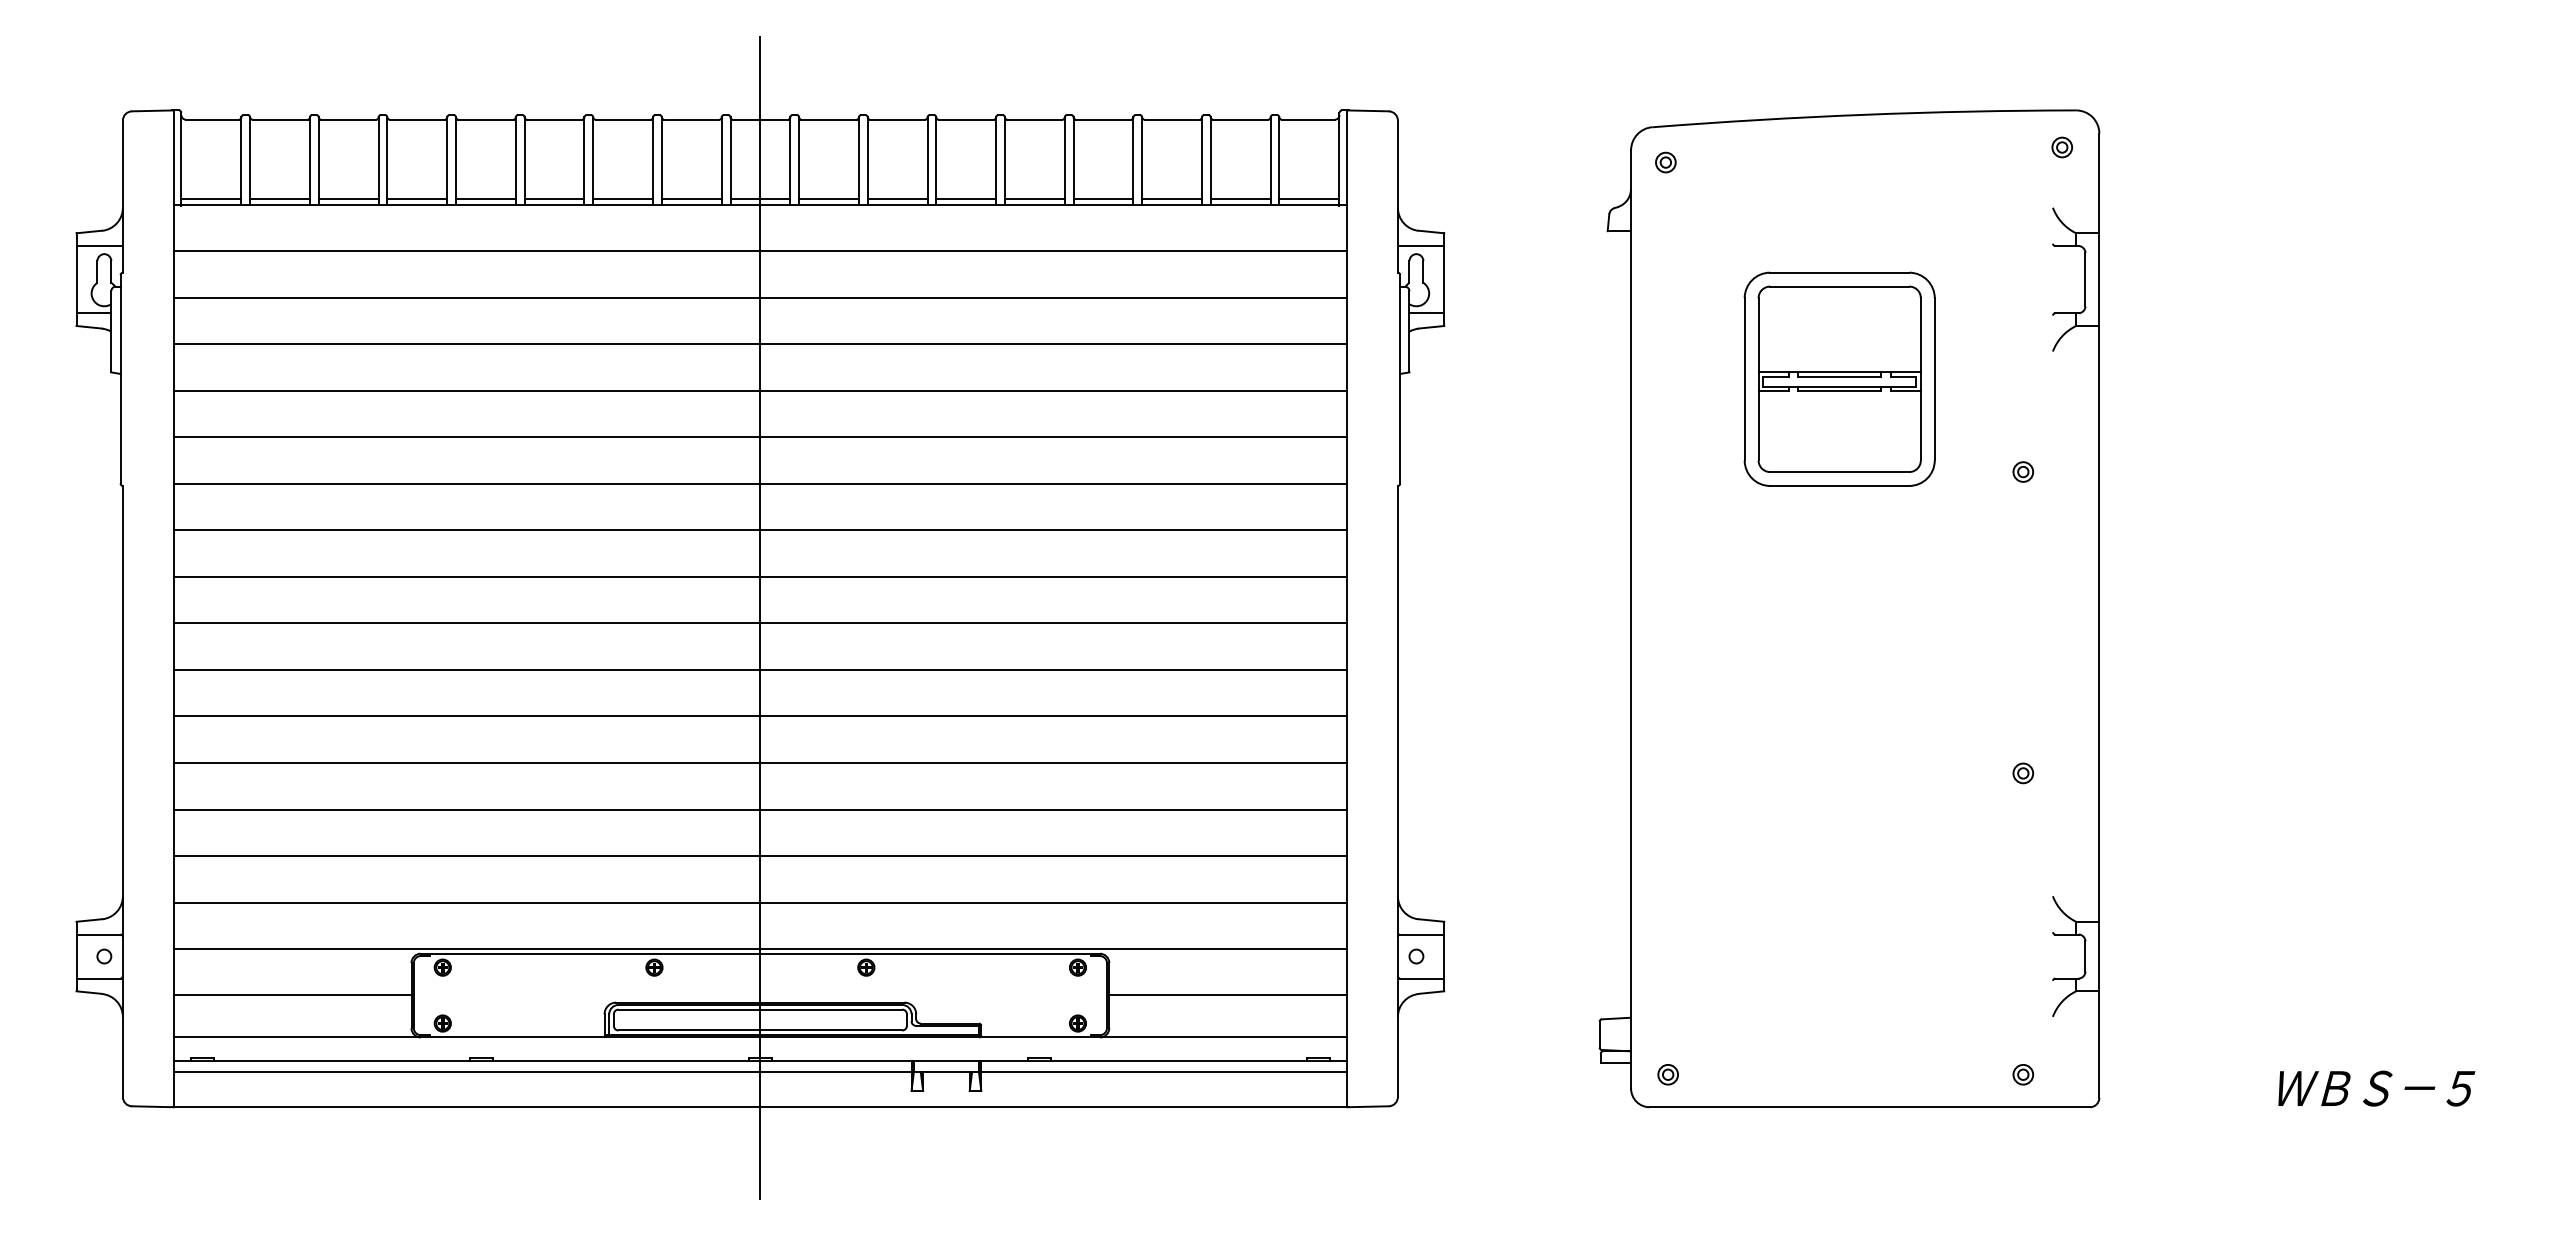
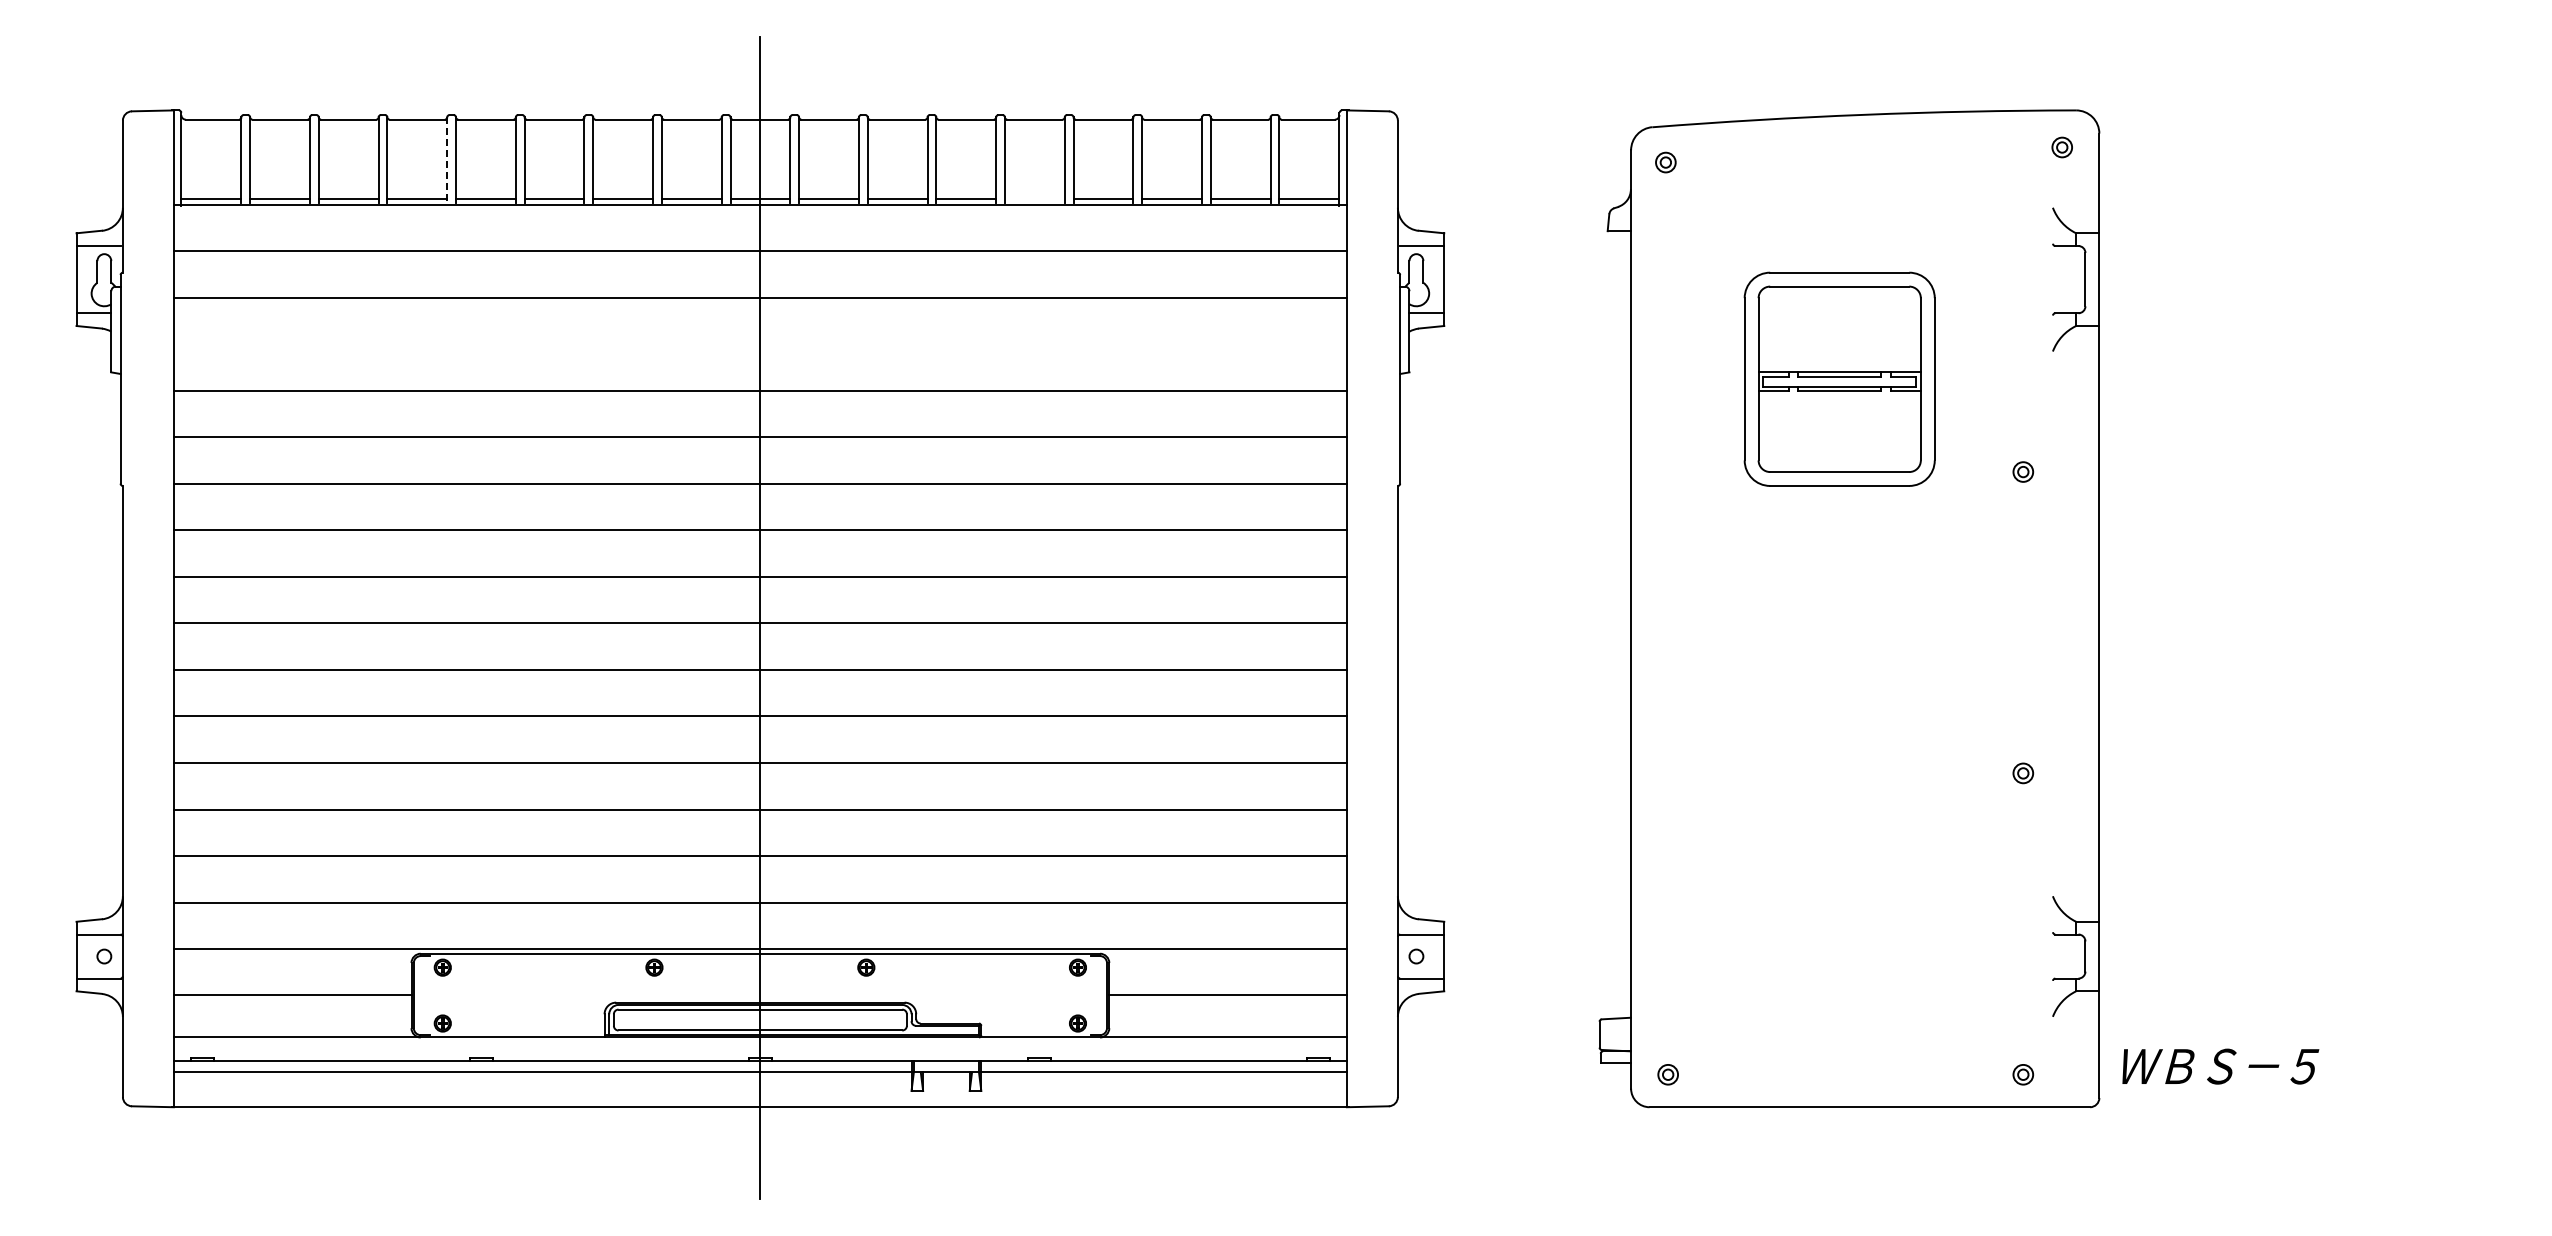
line at (447, 160): solid -> dashed
line at (1034, 198): present -> none
line at (759, 344): present -> none
text at (2376, 1088) position: (2376, 1088) -> (2220, 1066)
